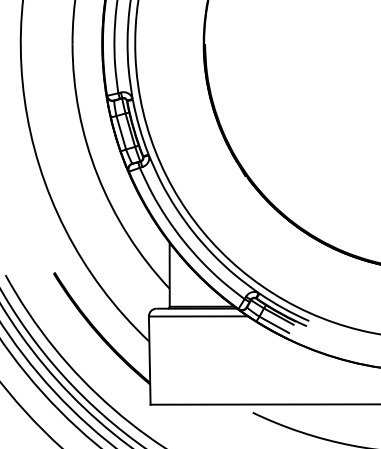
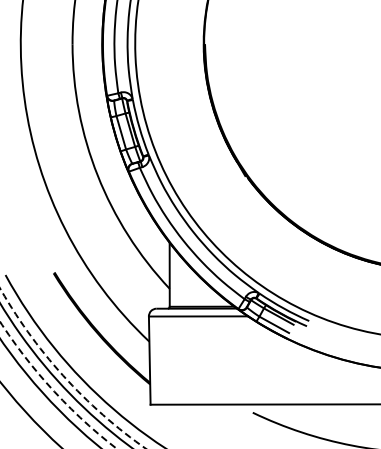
arc at (64, 376): solid -> dashed
arc at (53, 391): solid -> dashed
